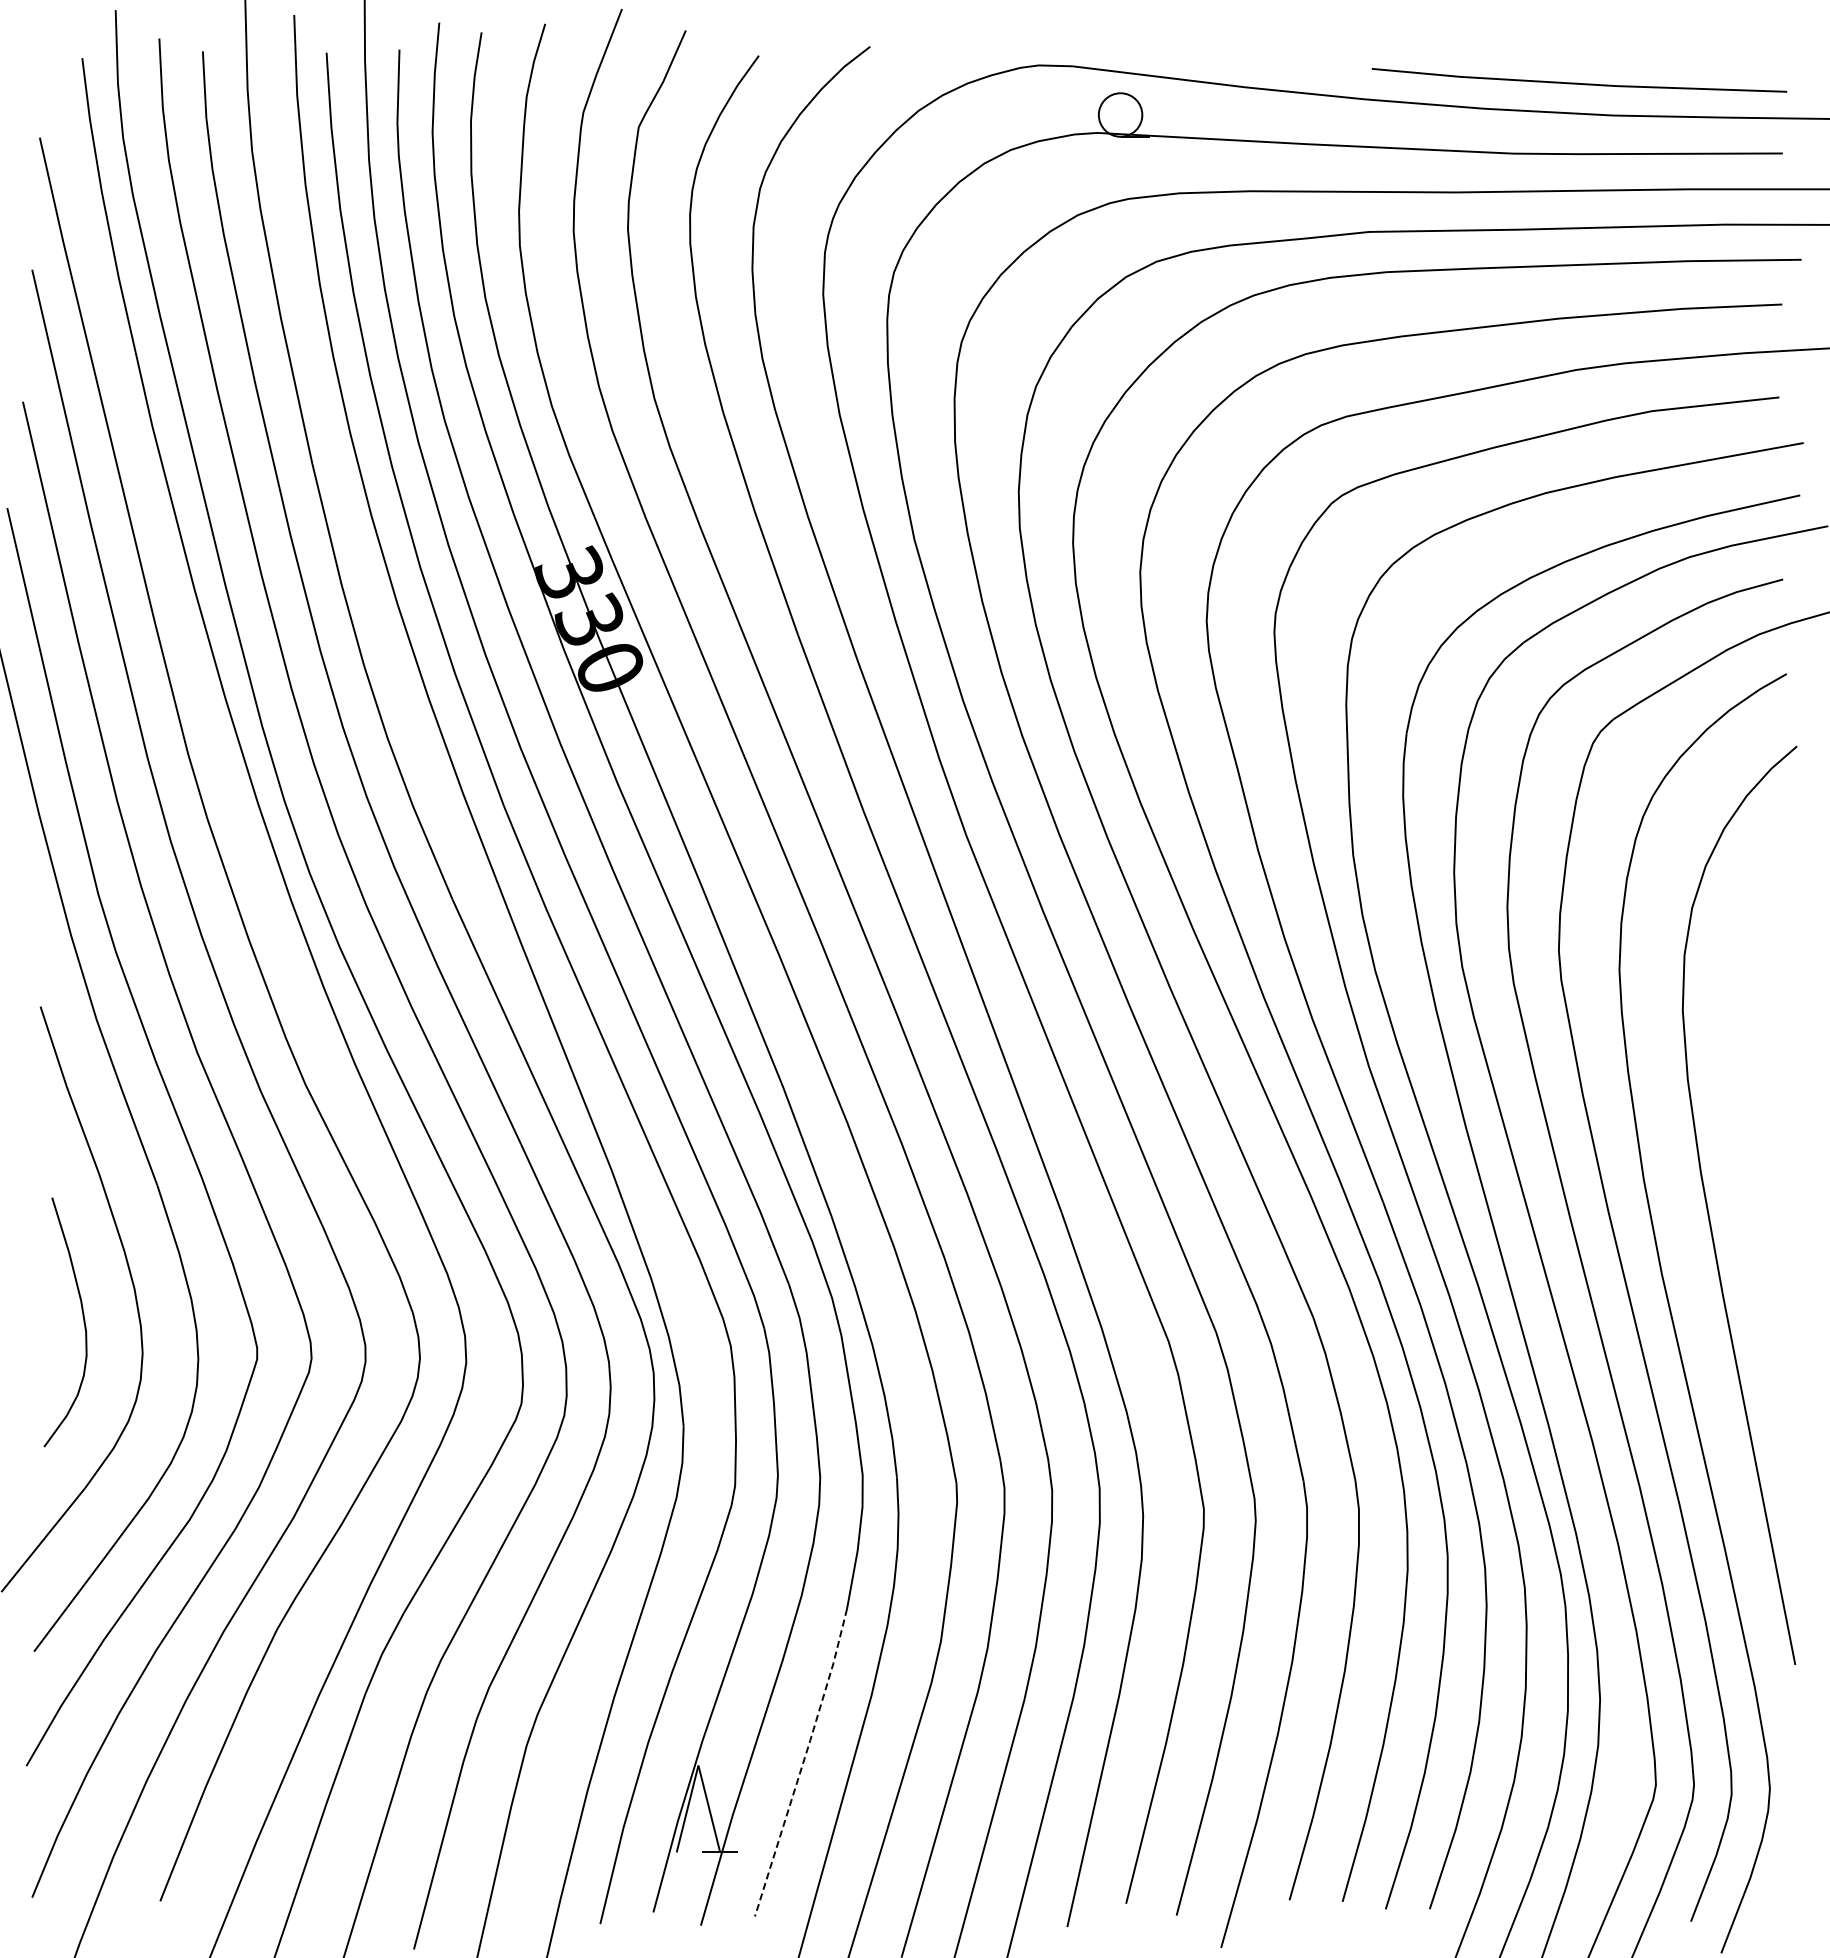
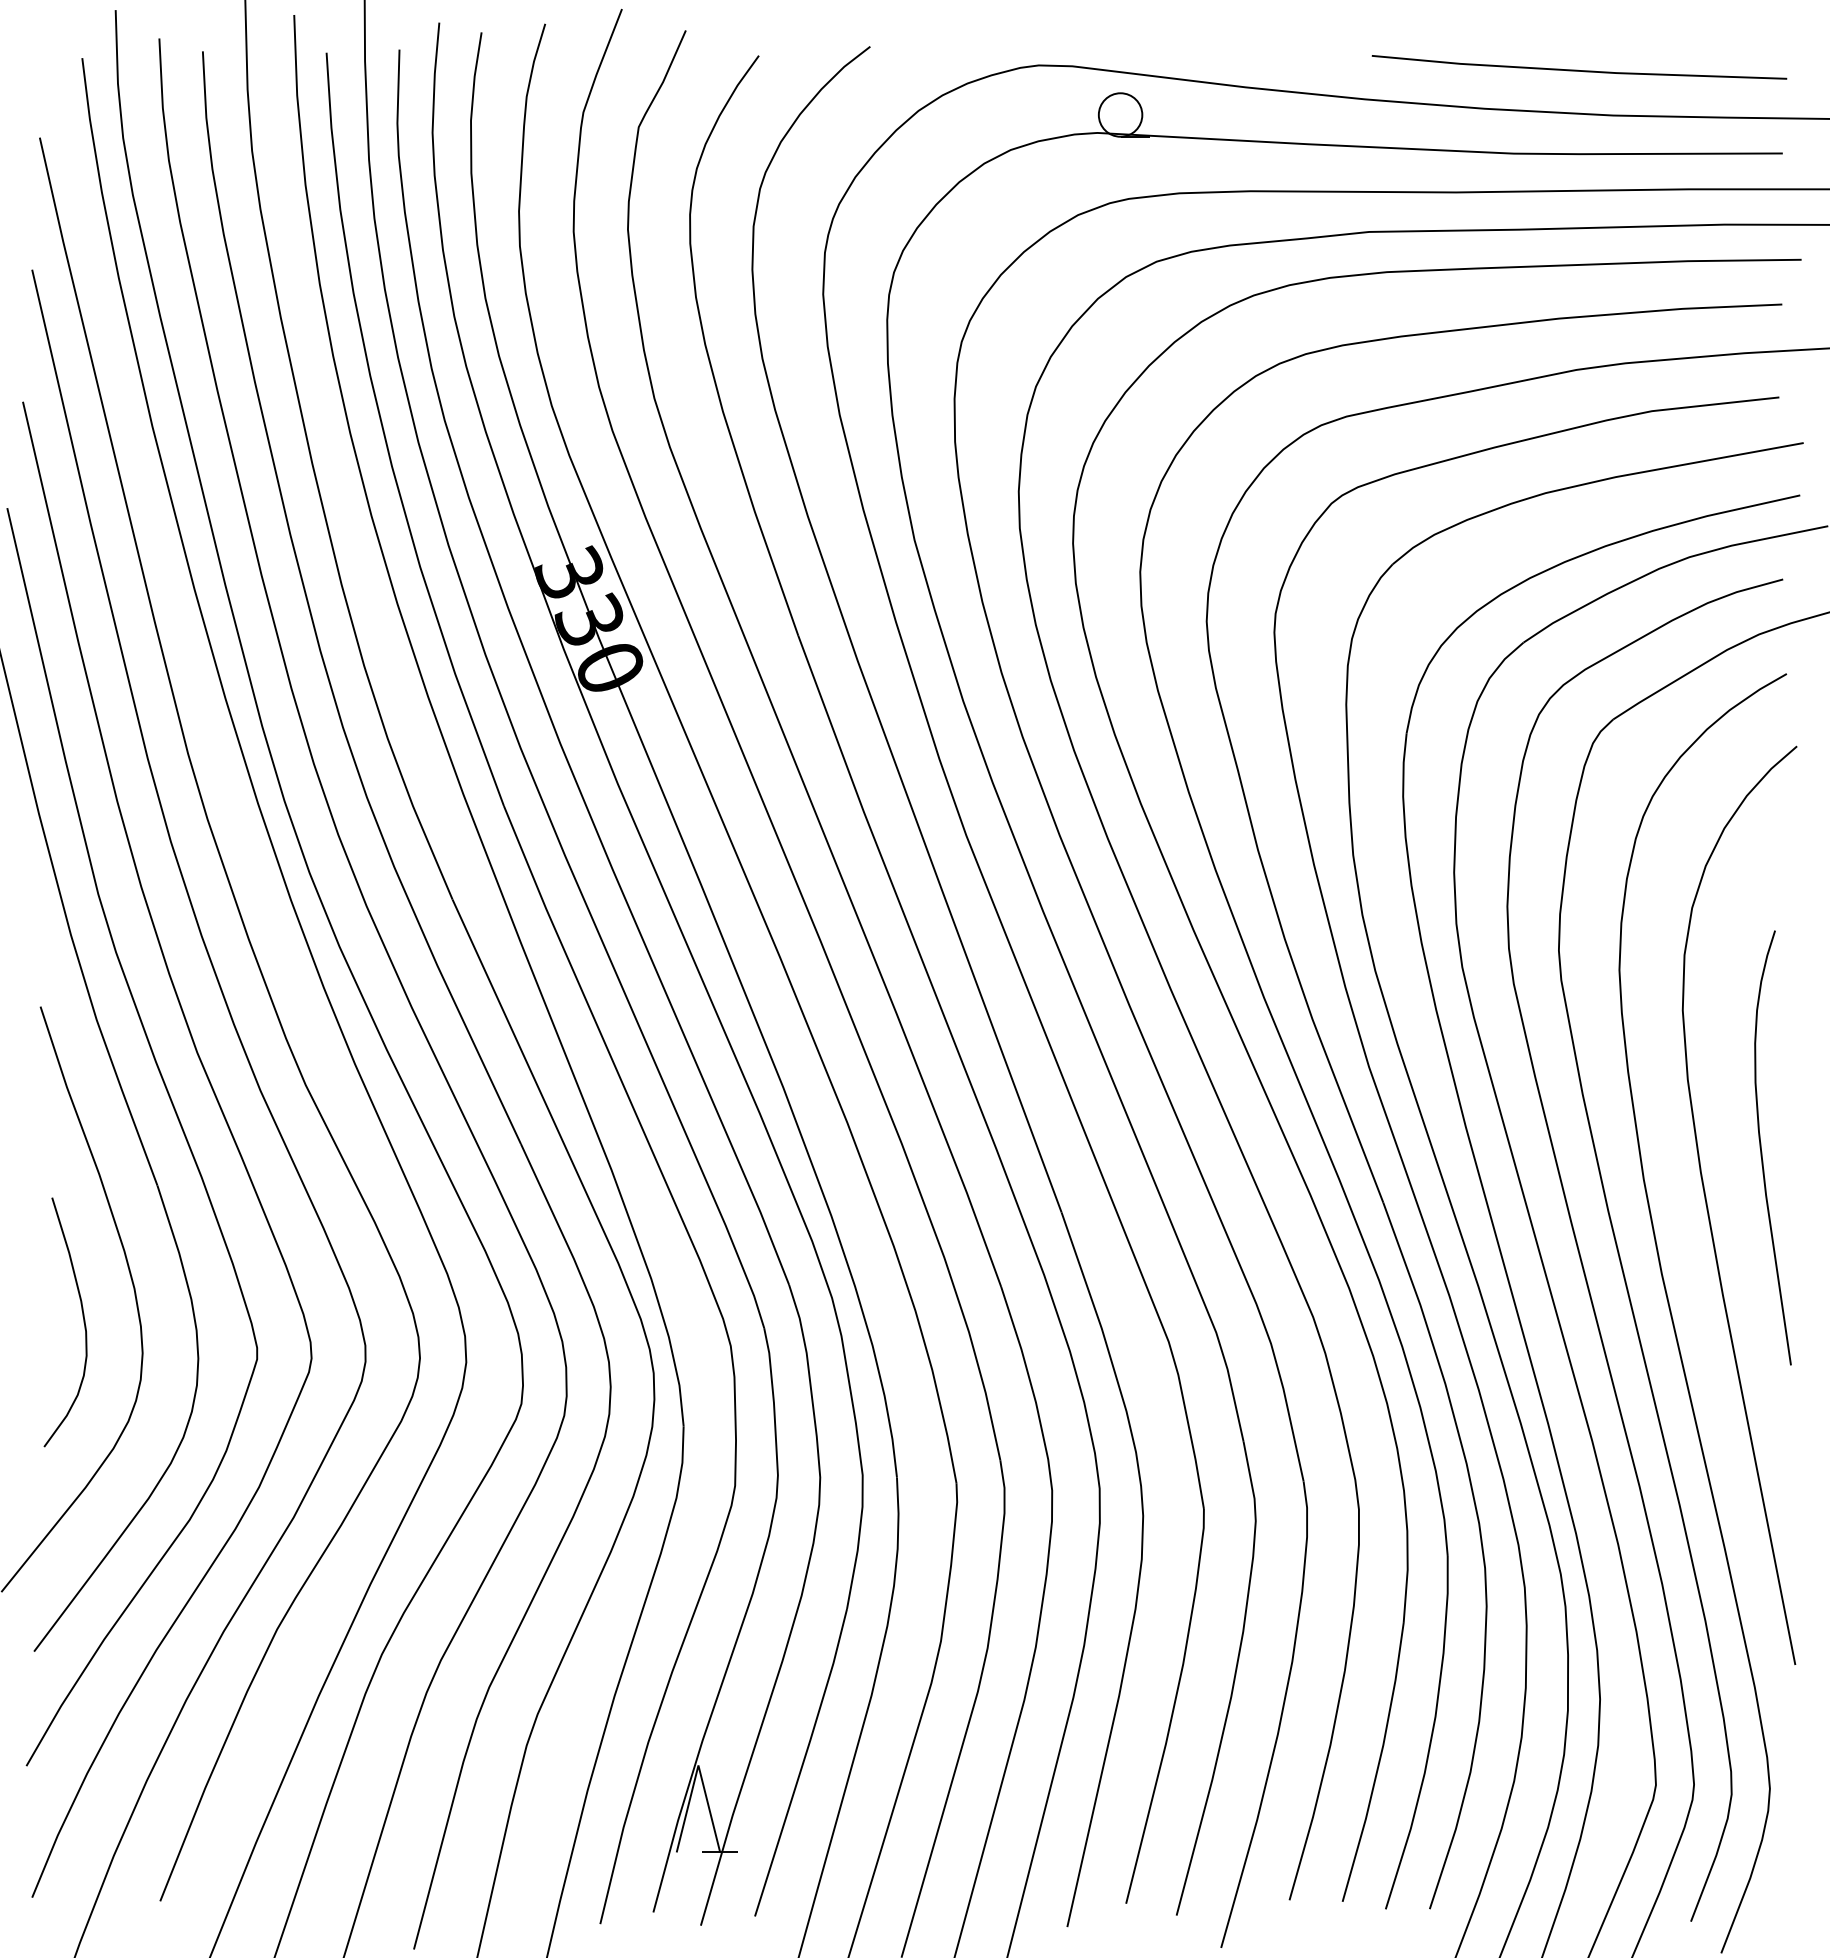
line at (1577, 82) position: (1577, 82) -> (1577, 69)
curve at (1762, 1151): none -> present
line at (803, 1762): dashed -> solid
